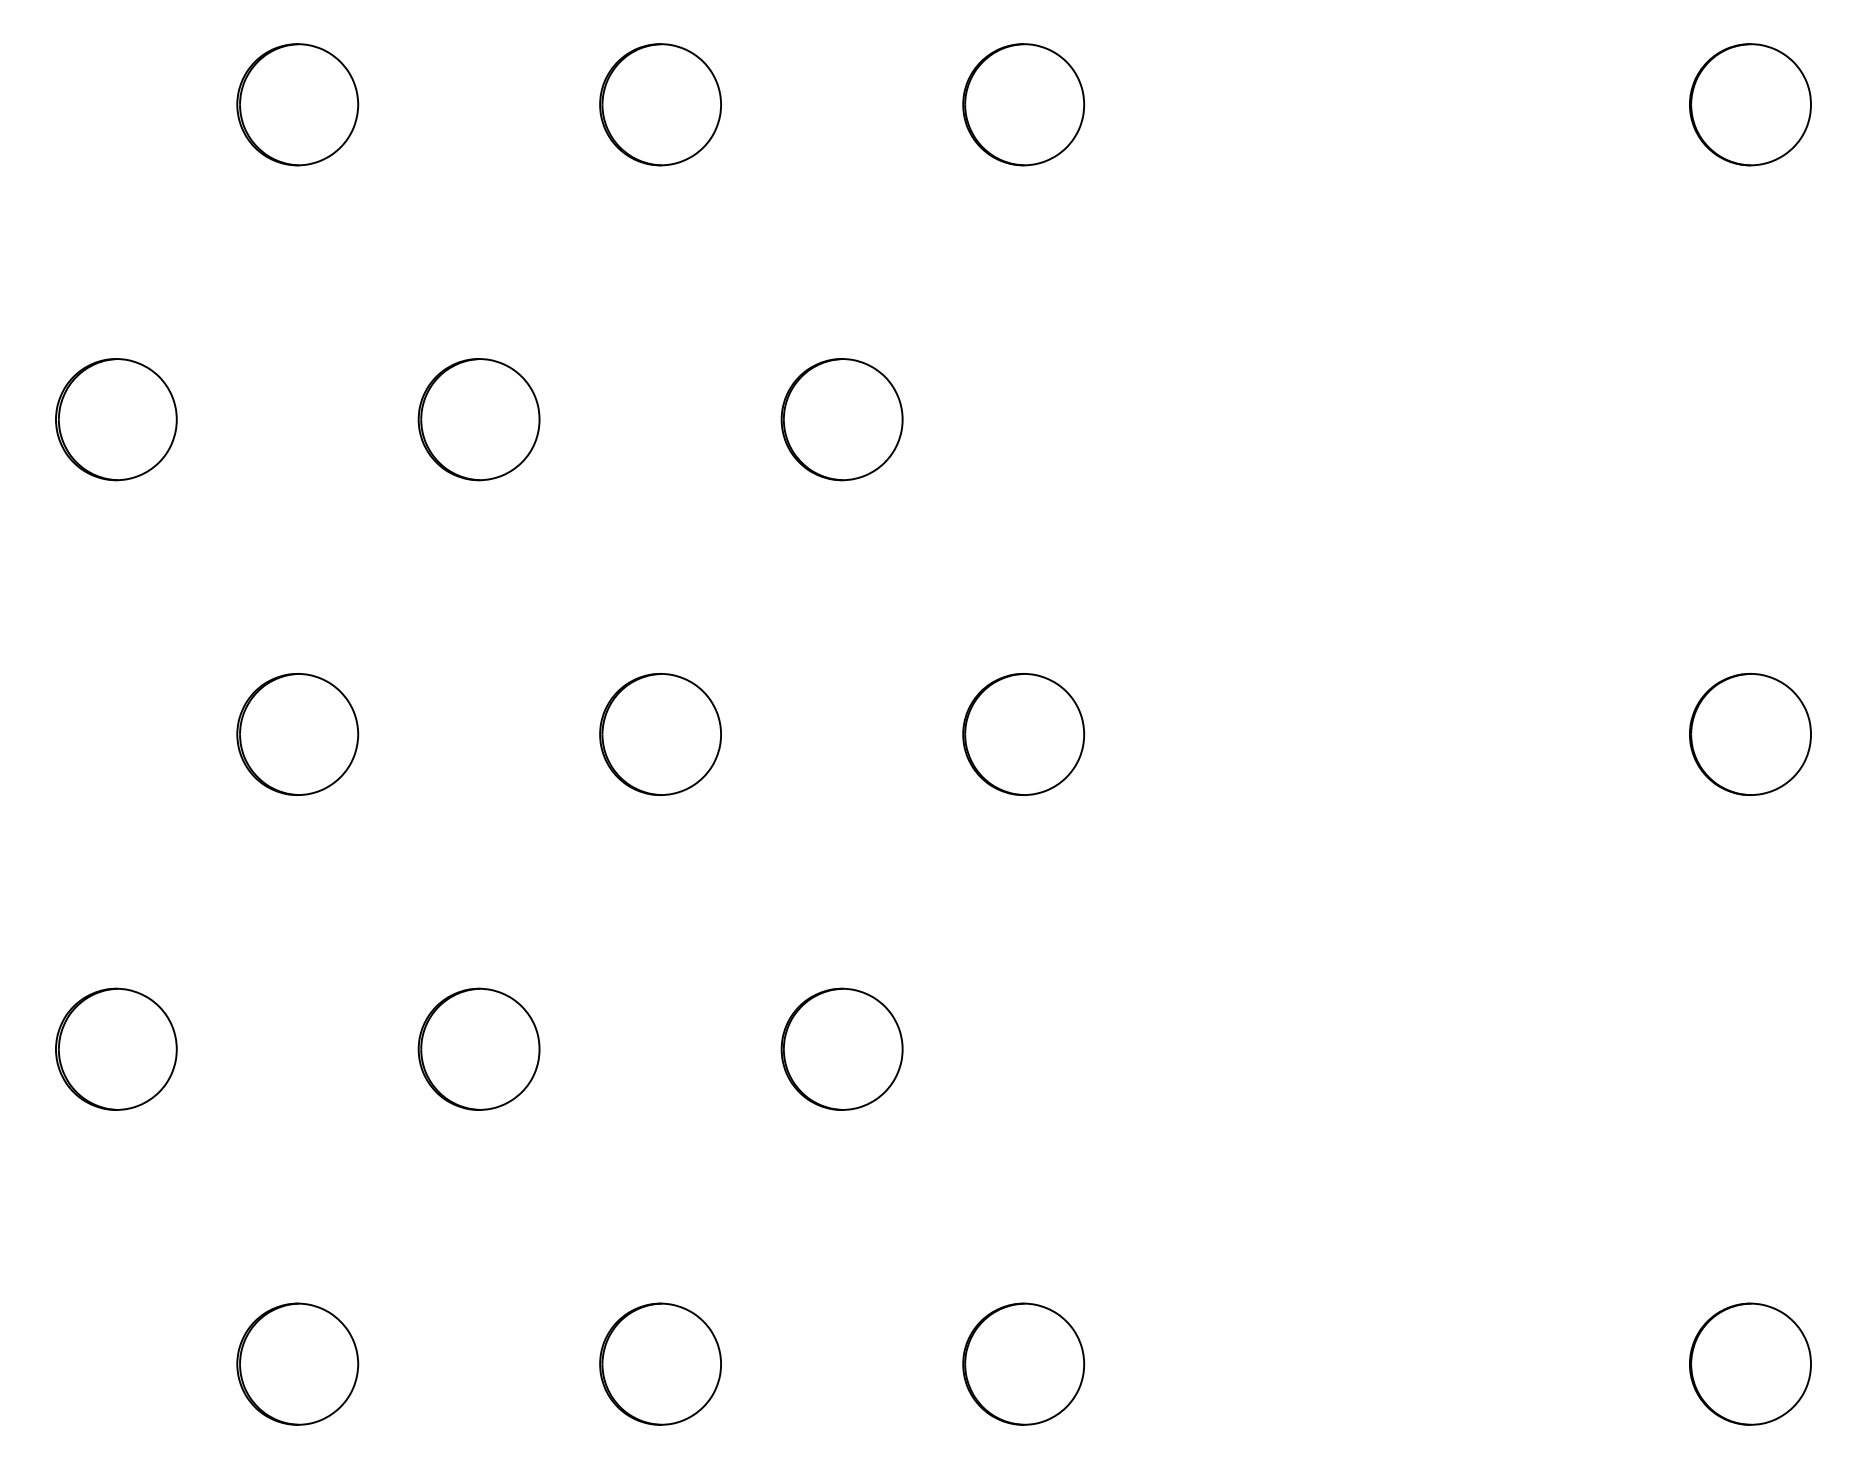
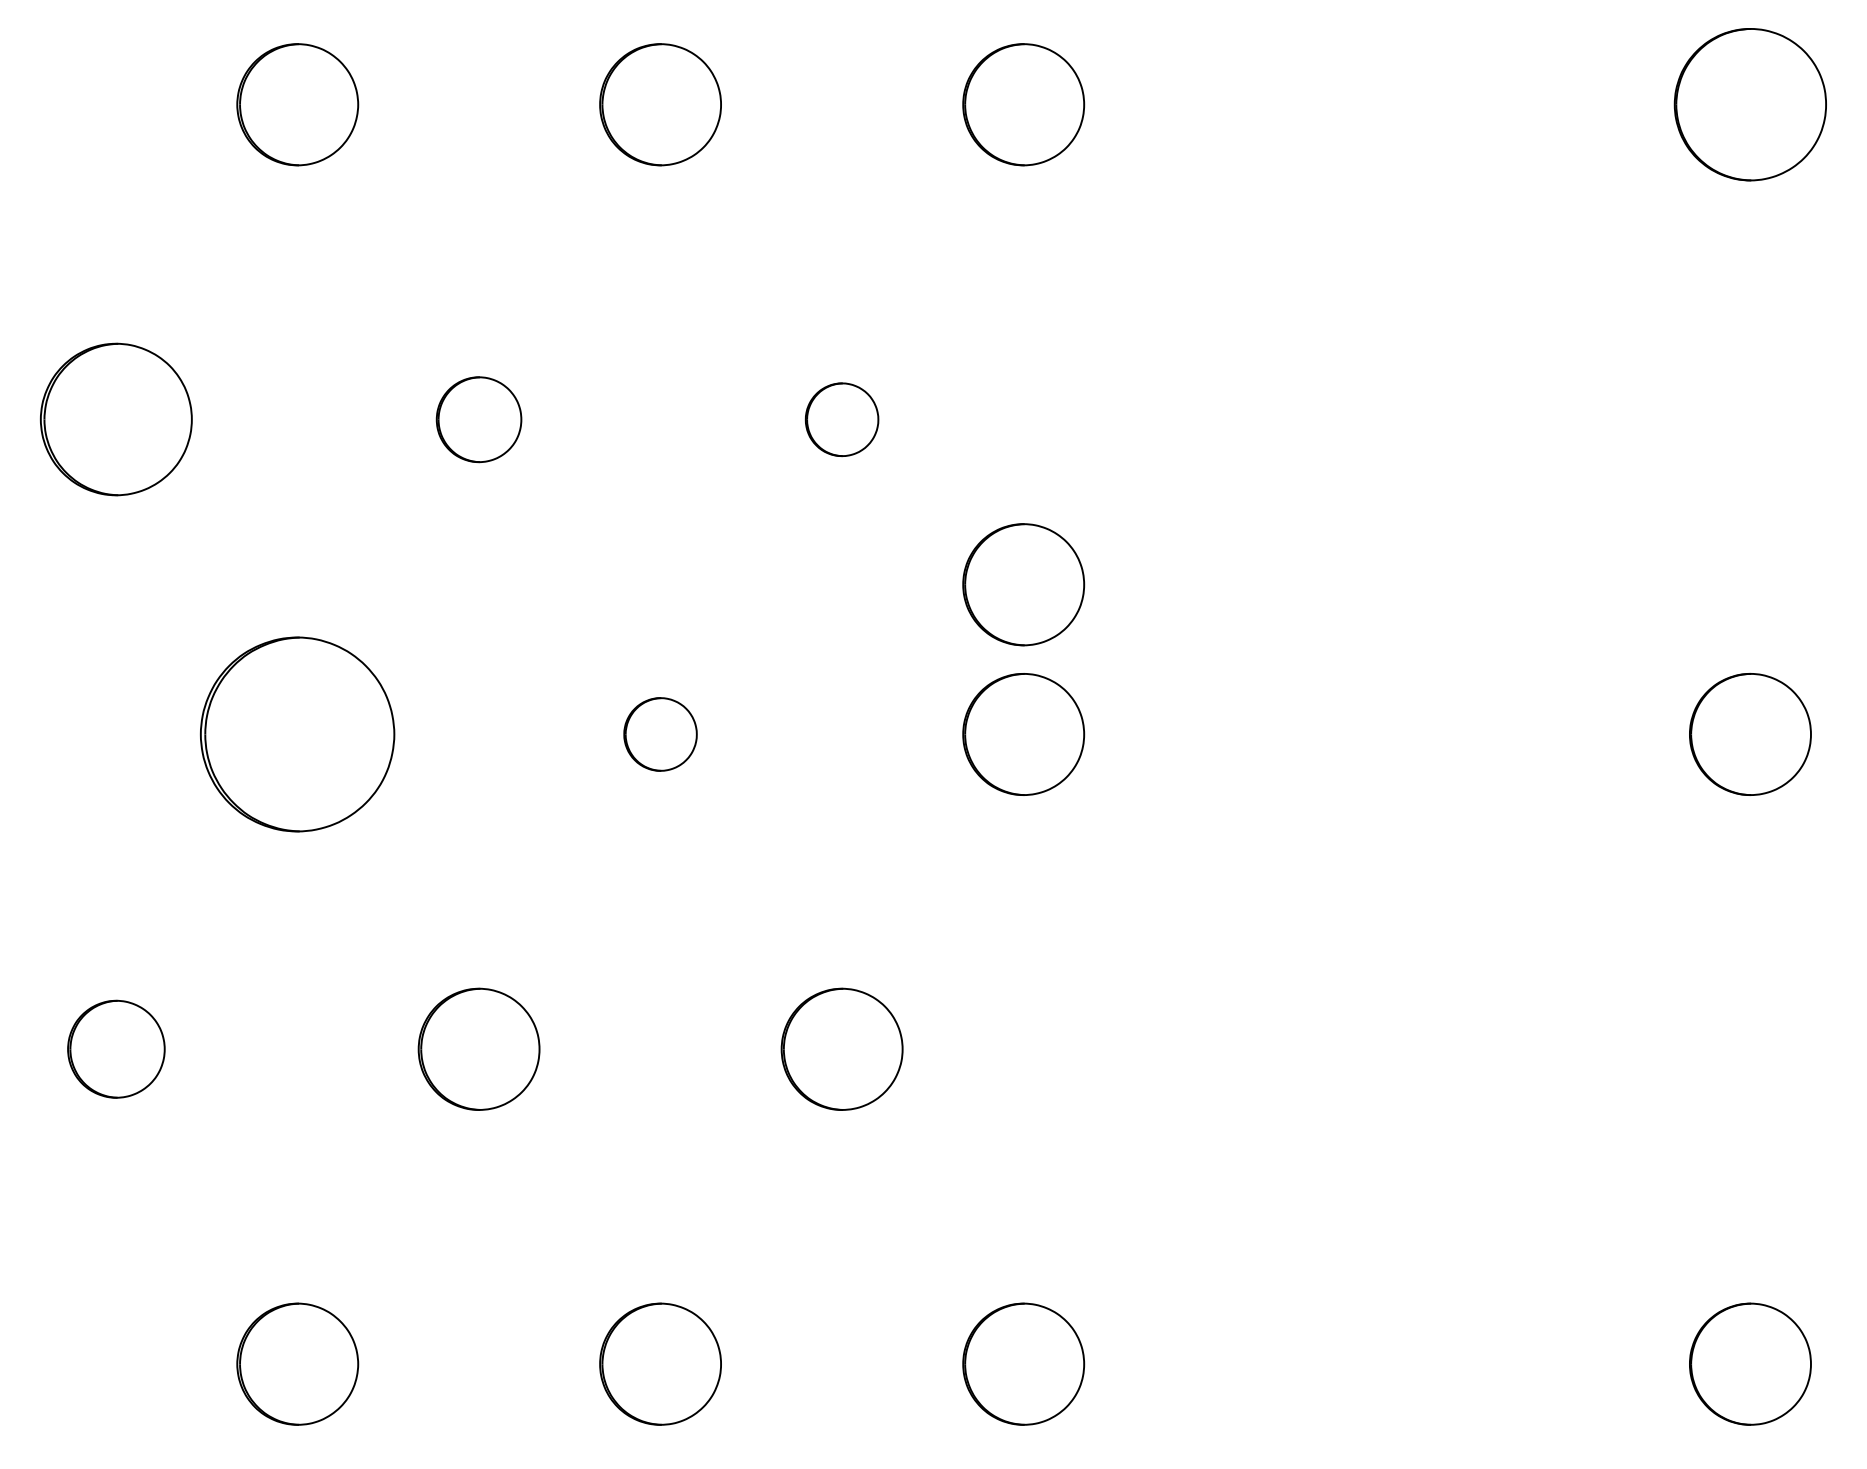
part at (1750, 104) size: 123x124 px -> 154x154 px
part at (116, 419) size: 123x124 px -> 153x155 px
part at (478, 419) size: 124x124 px -> 88x88 px
part at (841, 419) size: 124x124 px -> 76x76 px
part at (1023, 584): none -> present
part at (297, 734) size: 124x123 px -> 196x197 px
part at (660, 734) size: 123x123 px -> 75x75 px
part at (116, 1048) size: 123x124 px -> 99x100 px
